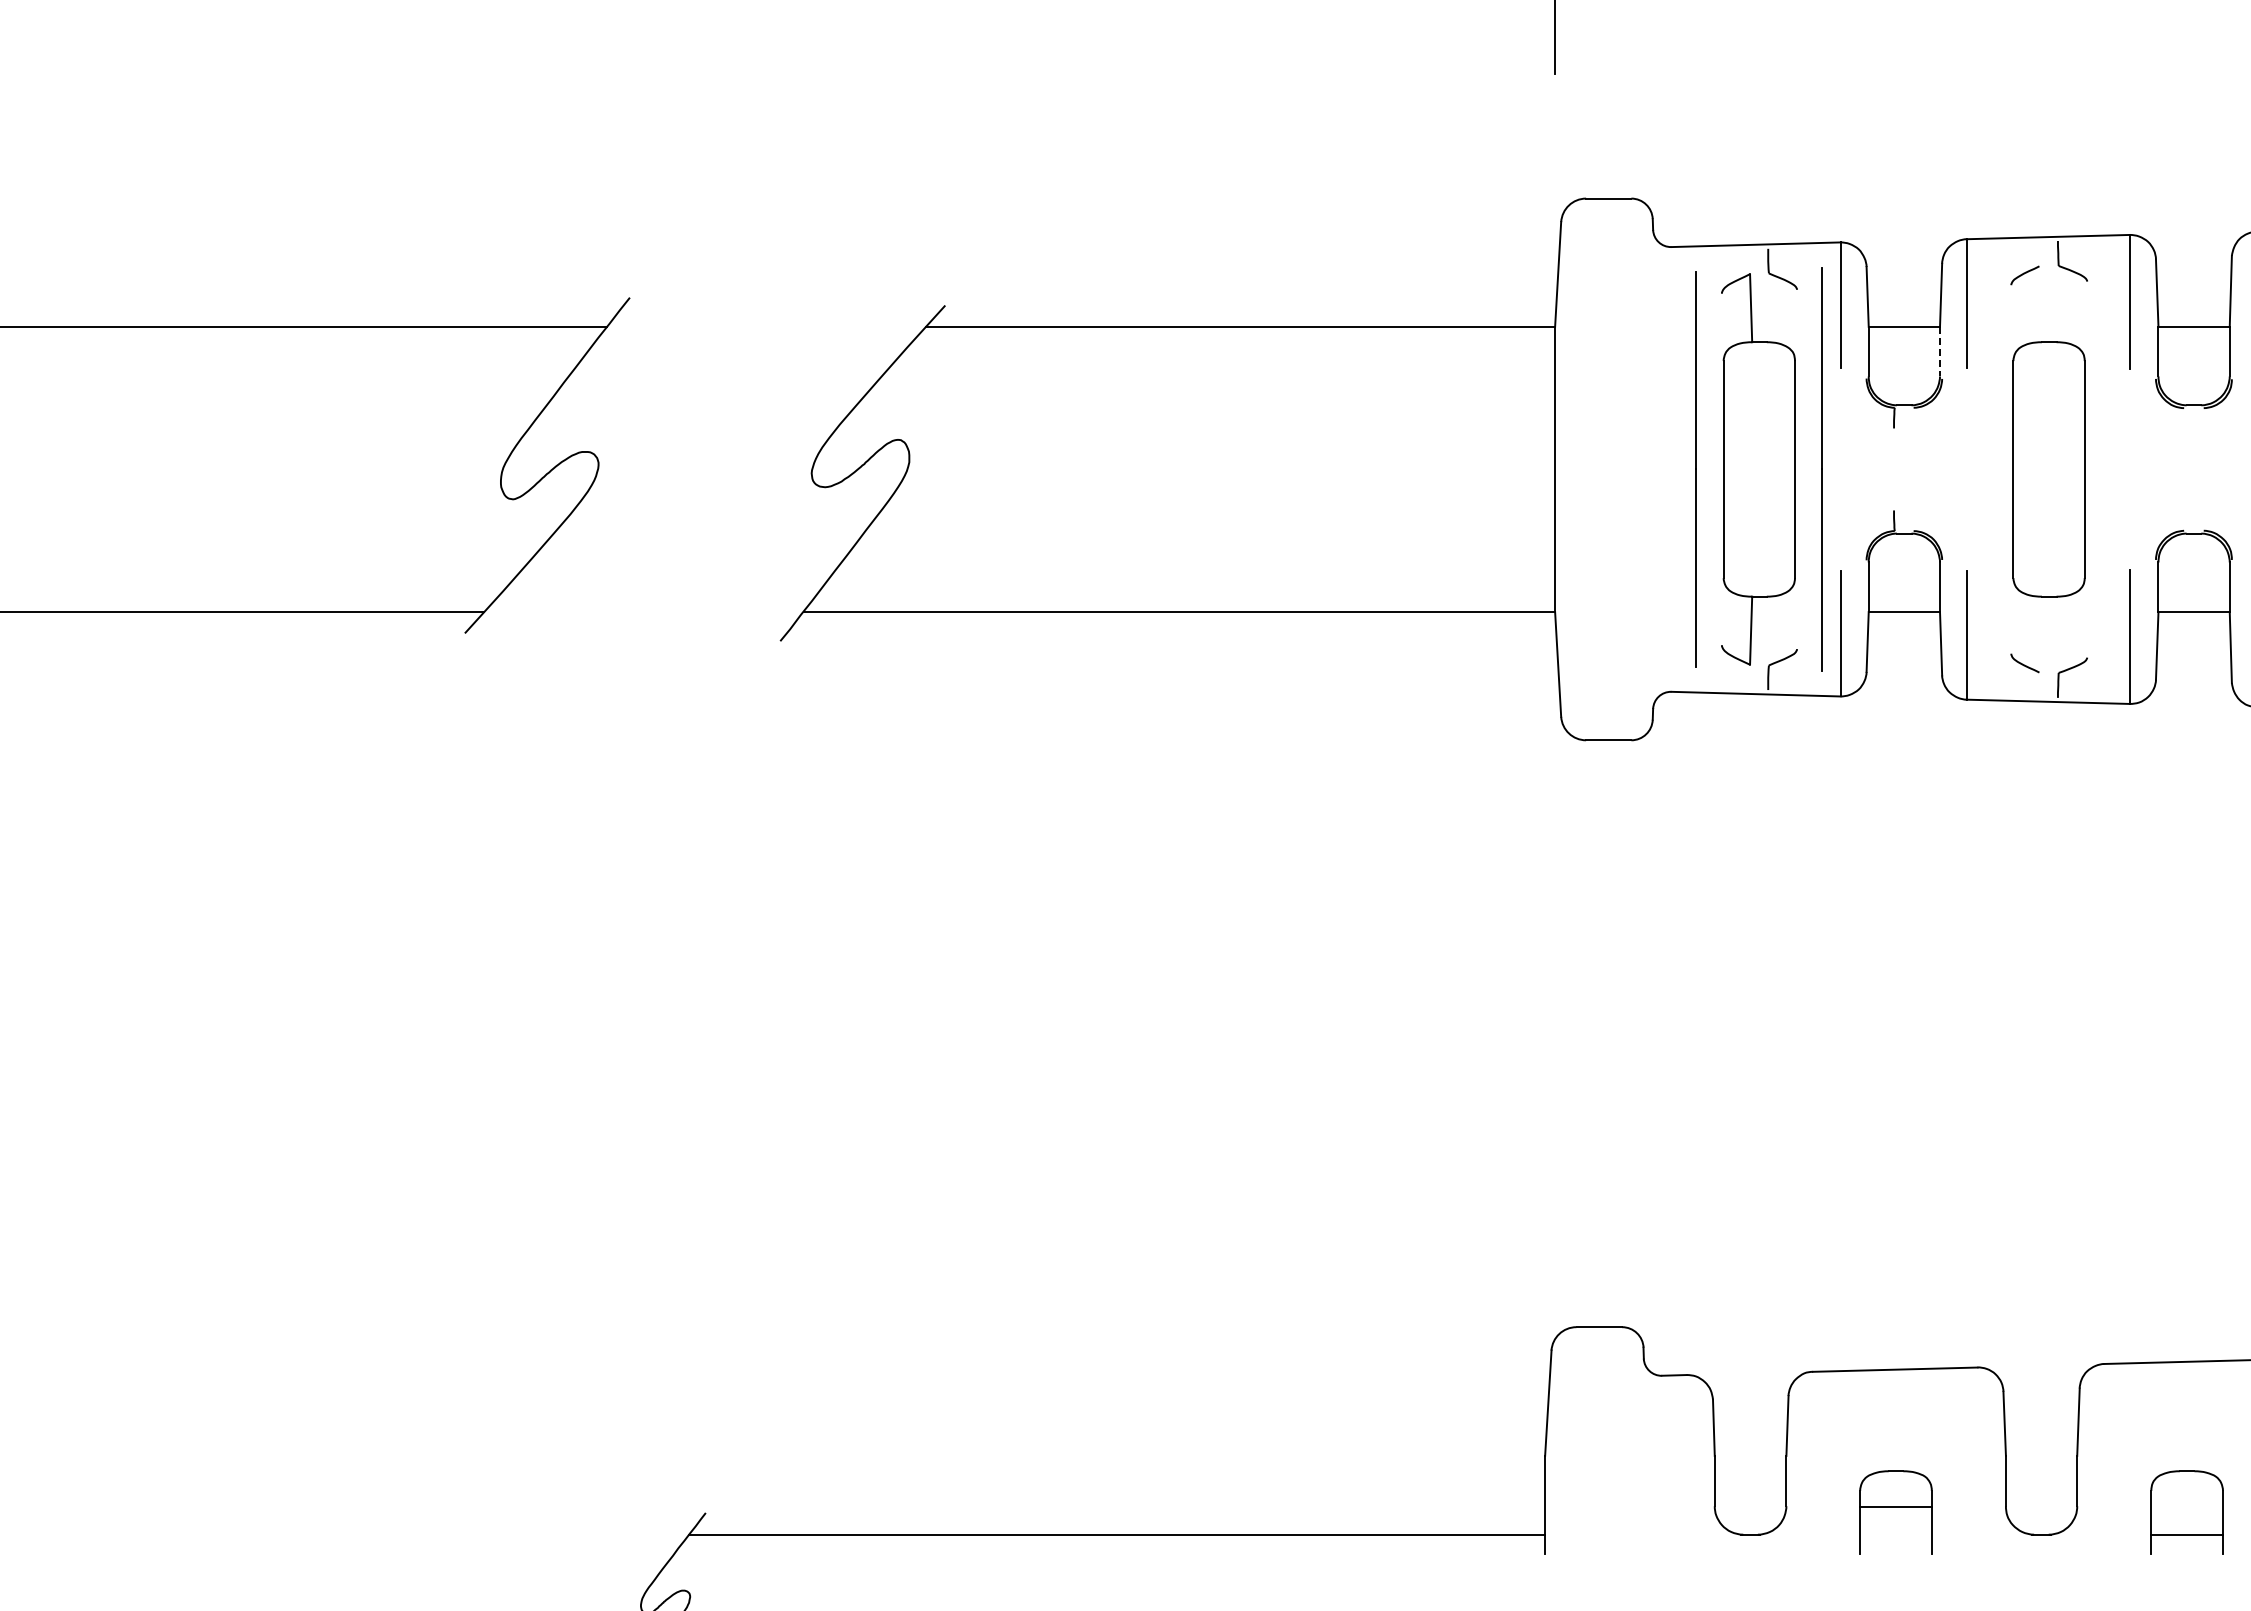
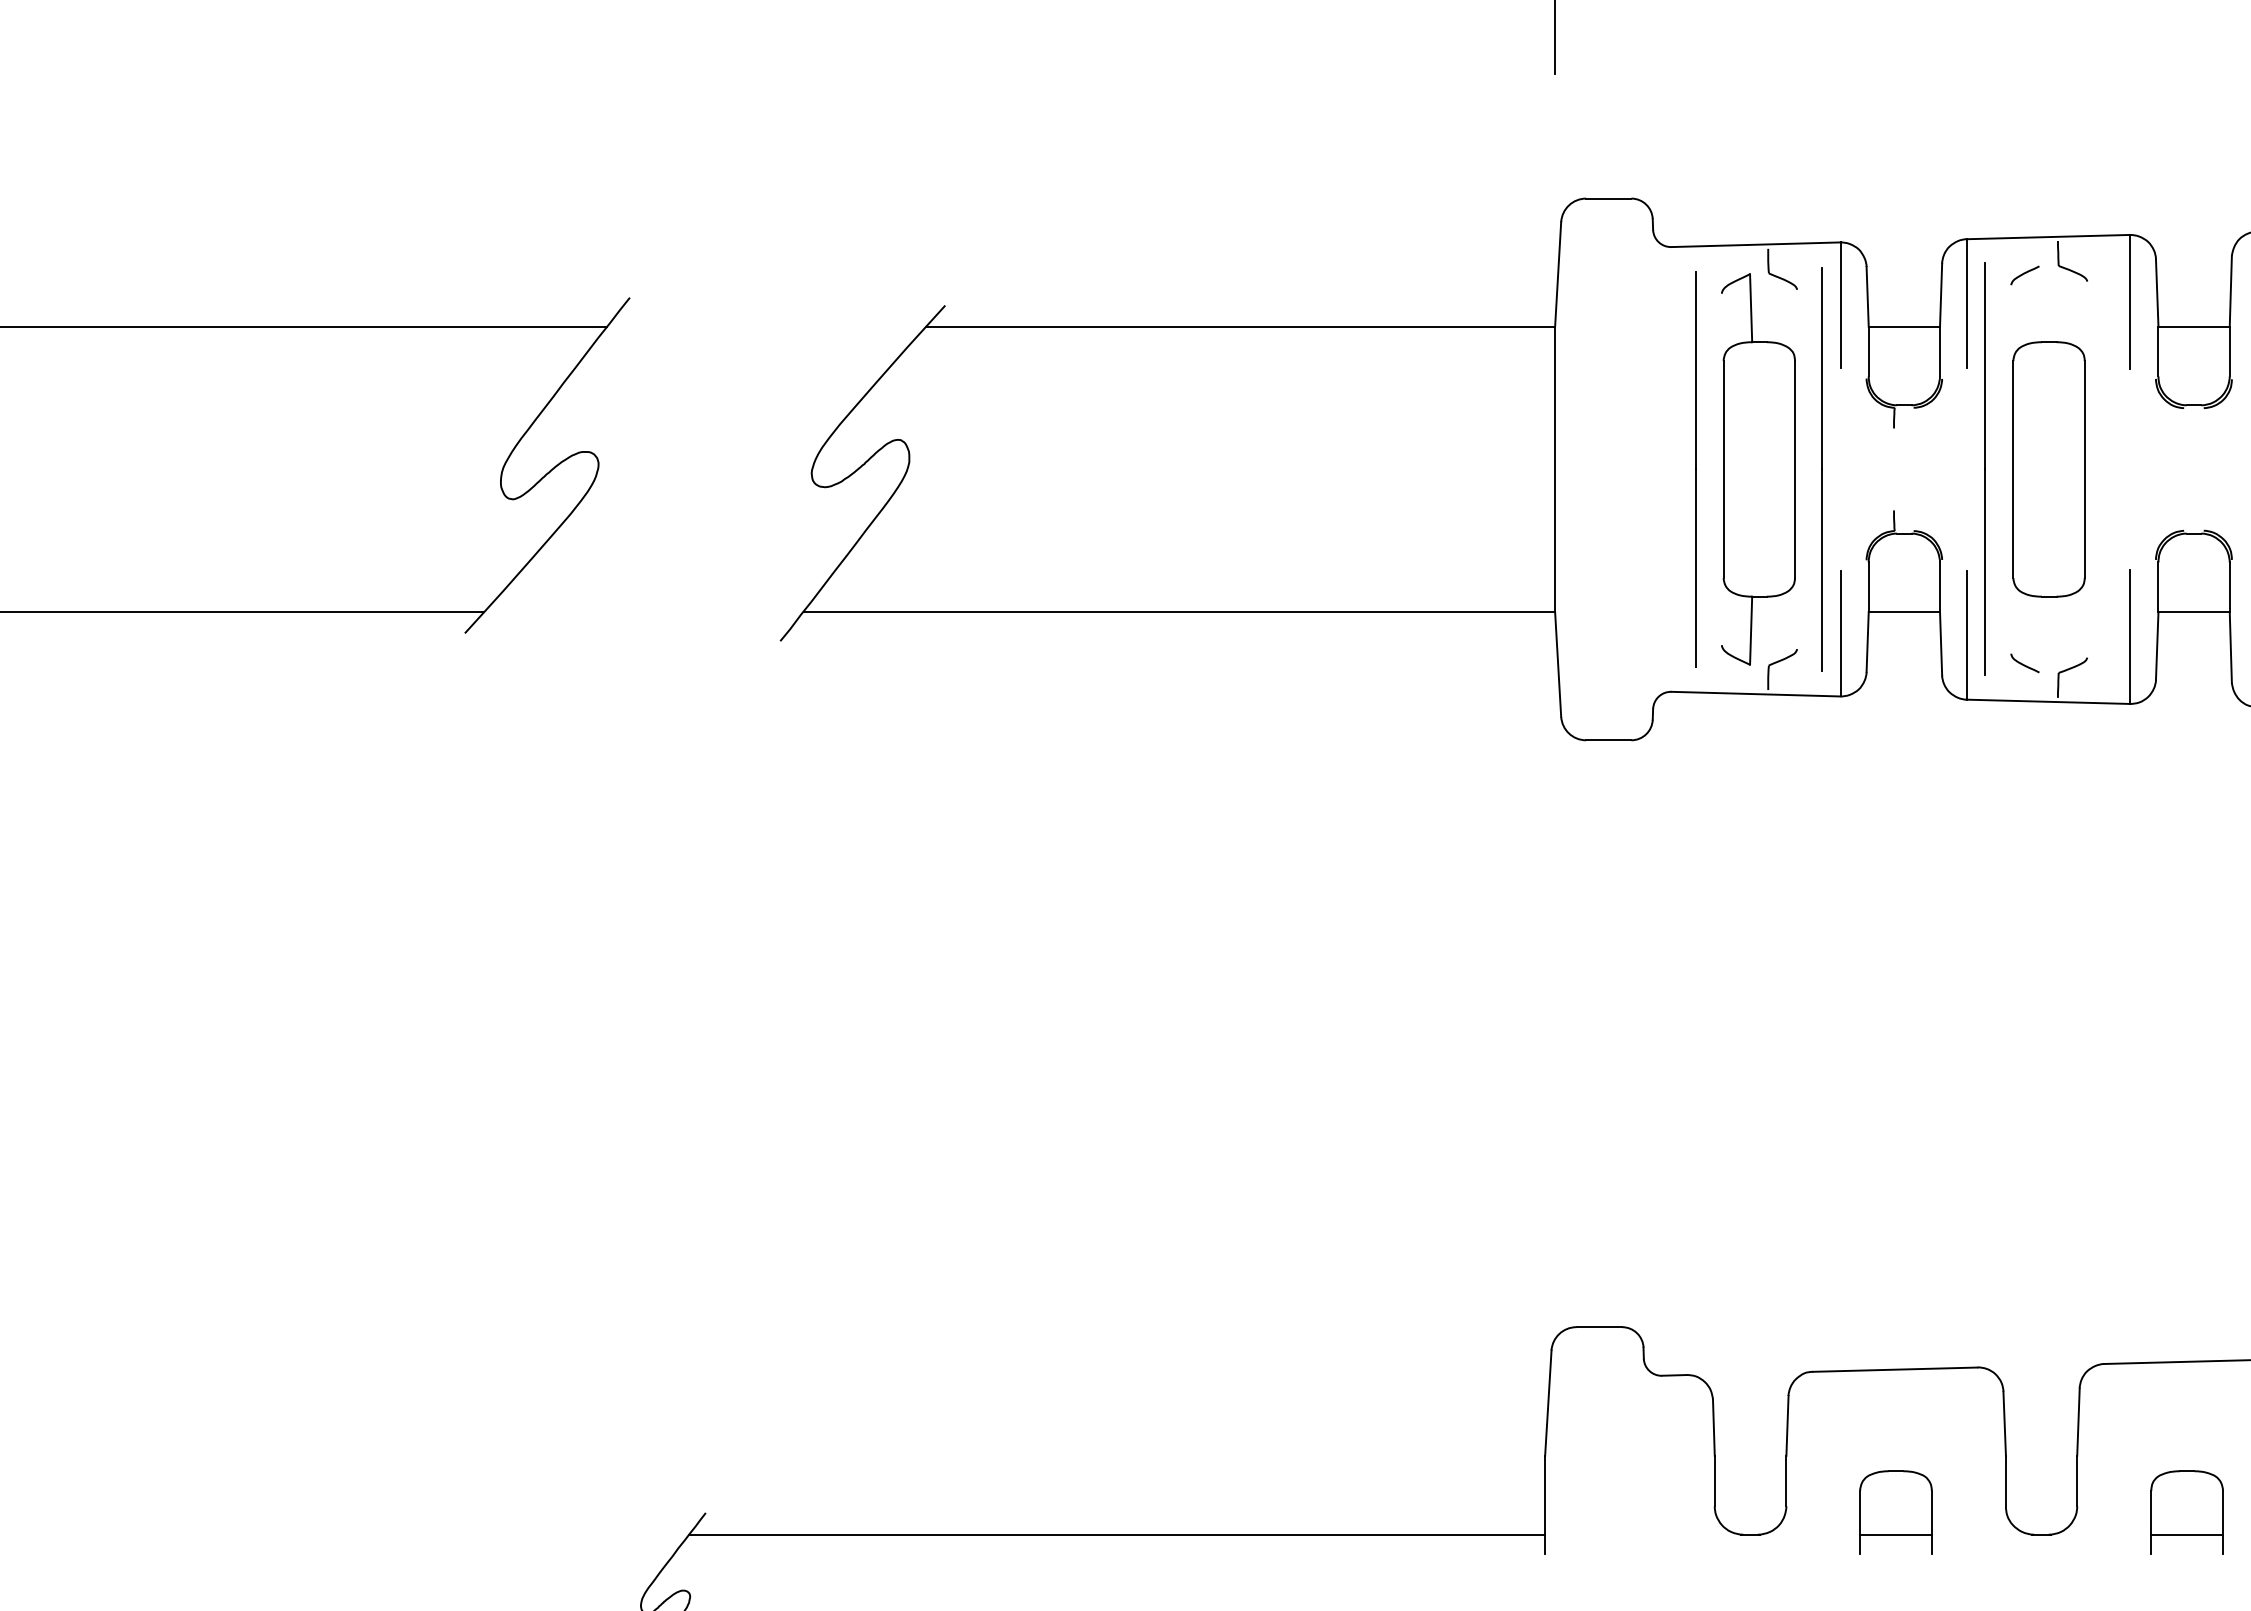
line at (1940, 351): dashed -> solid
line at (1984, 468): none -> present
line at (1895, 1507) position: (1895, 1507) -> (1895, 1535)
